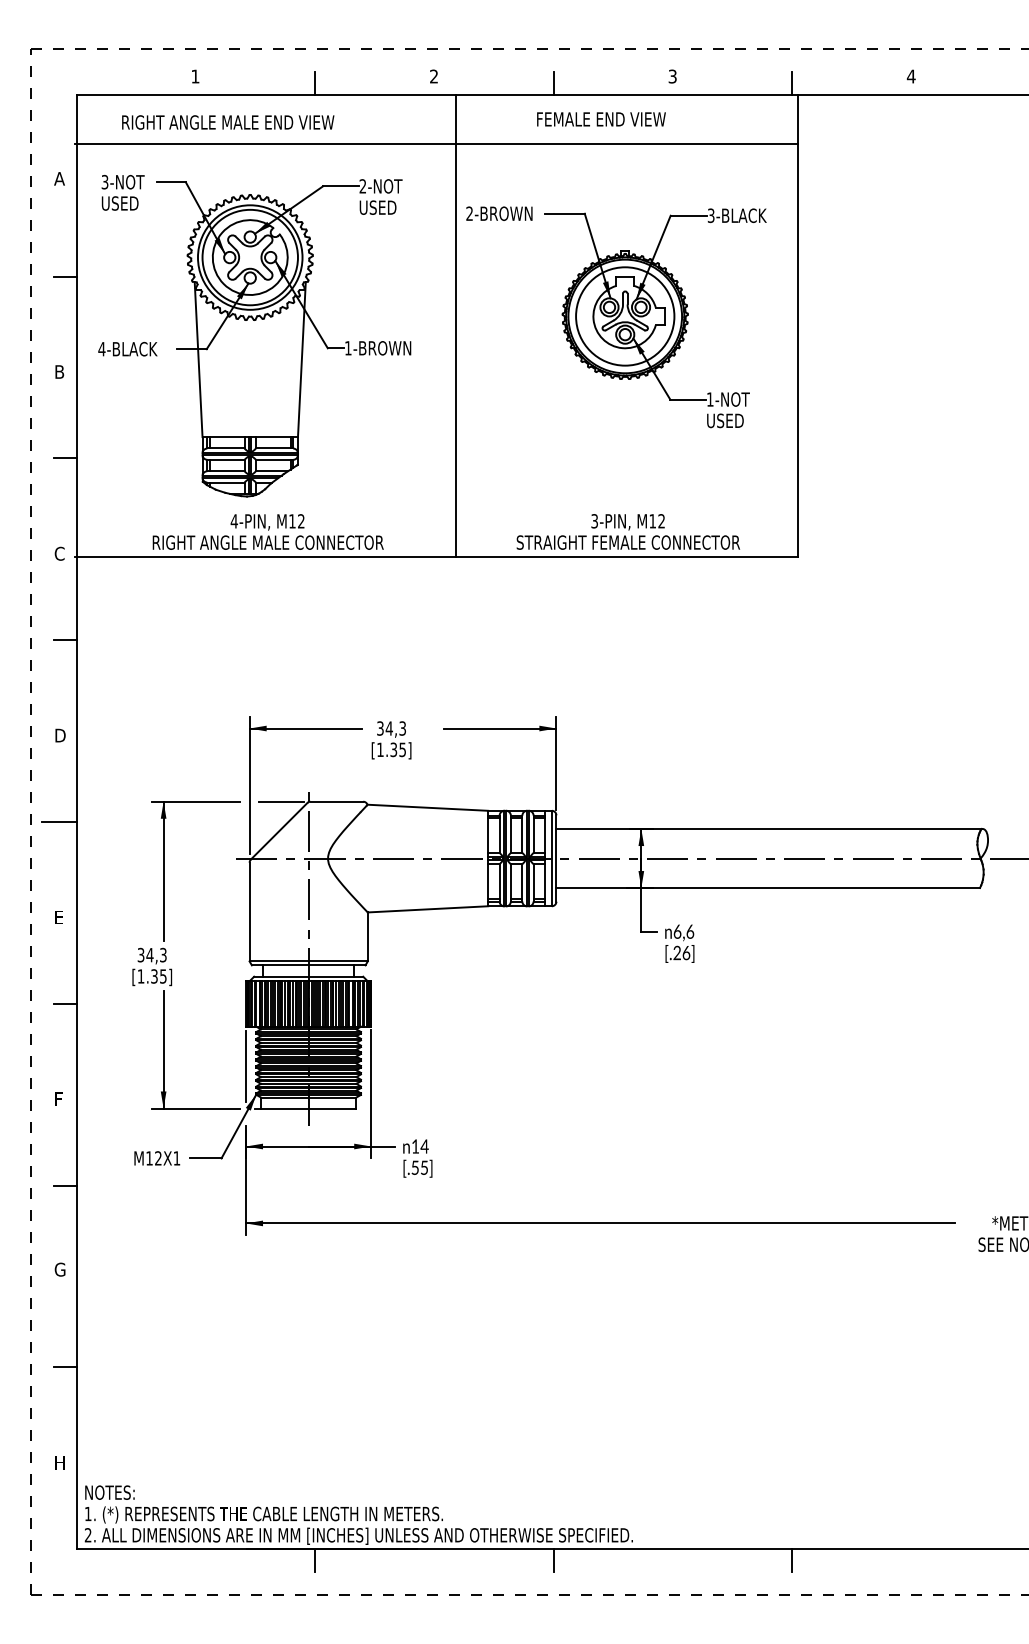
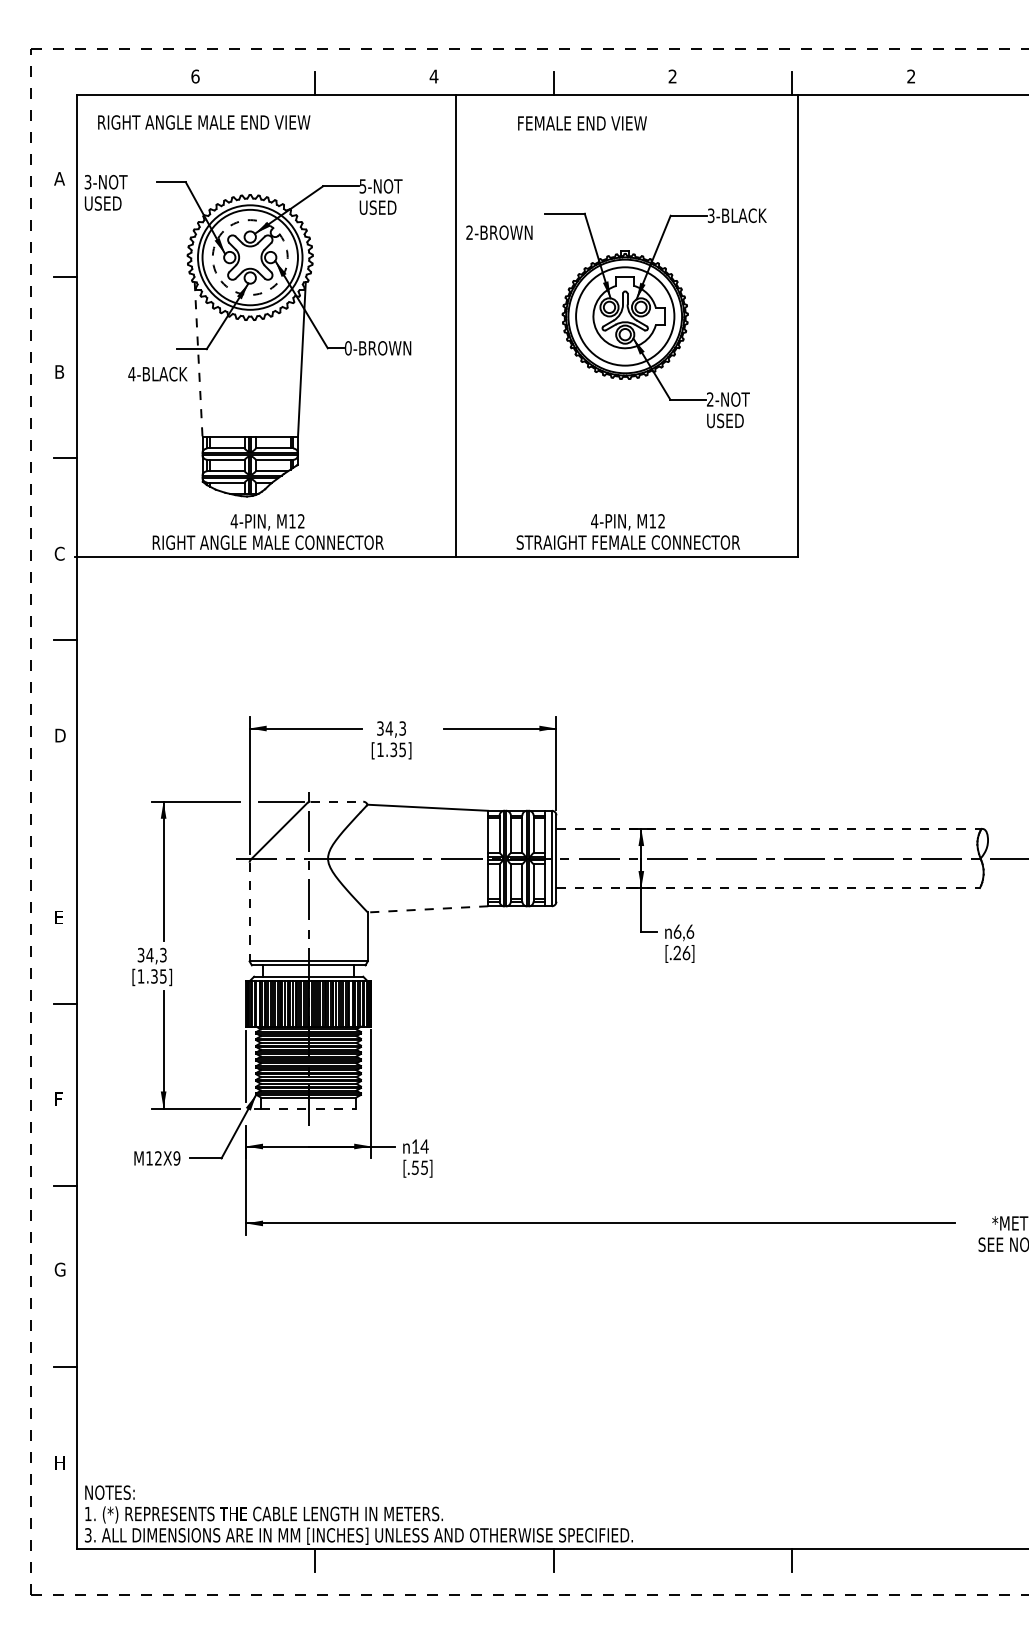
text at (195, 76): 1 -> 6
text at (433, 76): 2 -> 4
text at (672, 76): 3 -> 2
text at (910, 76): 4 -> 2
text at (601, 119) position: (601, 119) -> (582, 123)
text at (228, 122) position: (228, 122) -> (204, 122)
line at (436, 144): present -> none
text at (362, 186): 2-NOT -> 5-NOT
text at (122, 192) position: (122, 192) -> (105, 192)
text at (499, 213) position: (499, 213) -> (499, 232)
arc at (223, 284): solid -> dashed
text at (347, 348): 1-BROWN -> 0-BROWN
text at (127, 349) position: (127, 349) -> (157, 374)
line at (198, 359): solid -> dashed
text at (710, 399): 1-NOT -> 2-NOT
text at (594, 521): 3-PIN, -> 4-PIN,
line at (337, 801): solid -> dashed
line at (59, 822): present -> none
line at (768, 828): solid -> dashed
line at (768, 888): solid -> dashed
line at (427, 909): solid -> dashed
line at (249, 912): solid -> dashed
line at (308, 1108): solid -> dashed
text at (176, 1158): M12X1 -> M12X9
text at (88, 1535): 2. -> 3.
